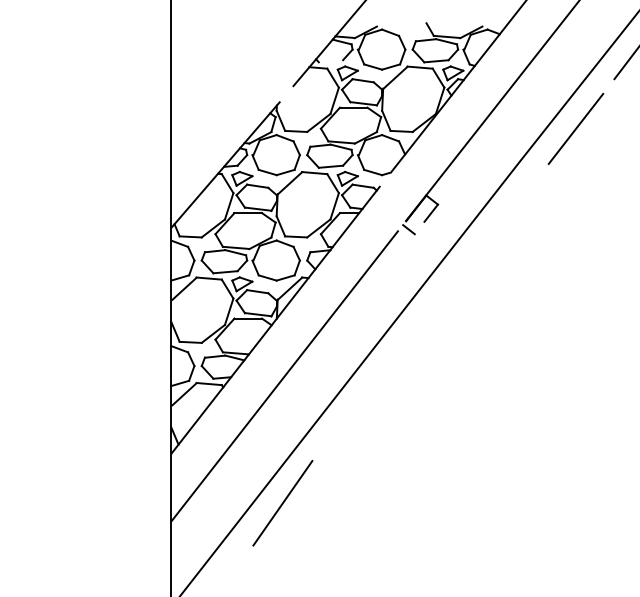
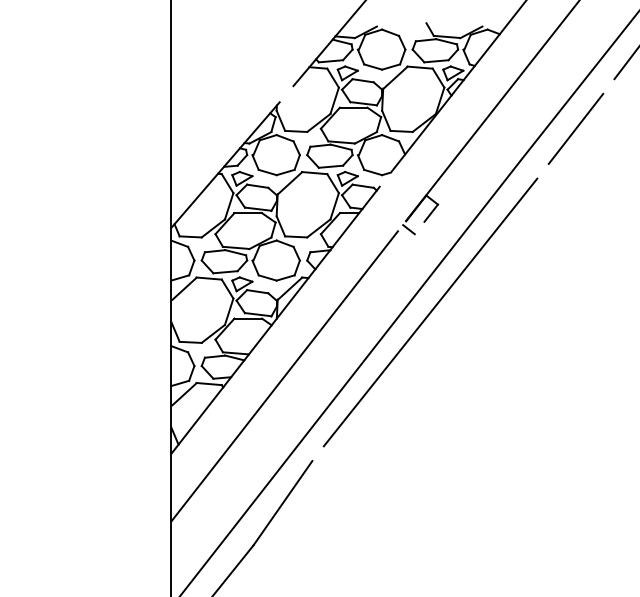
line at (330, 61): none -> present
line at (430, 312): none -> present
line at (233, 569): none -> present
